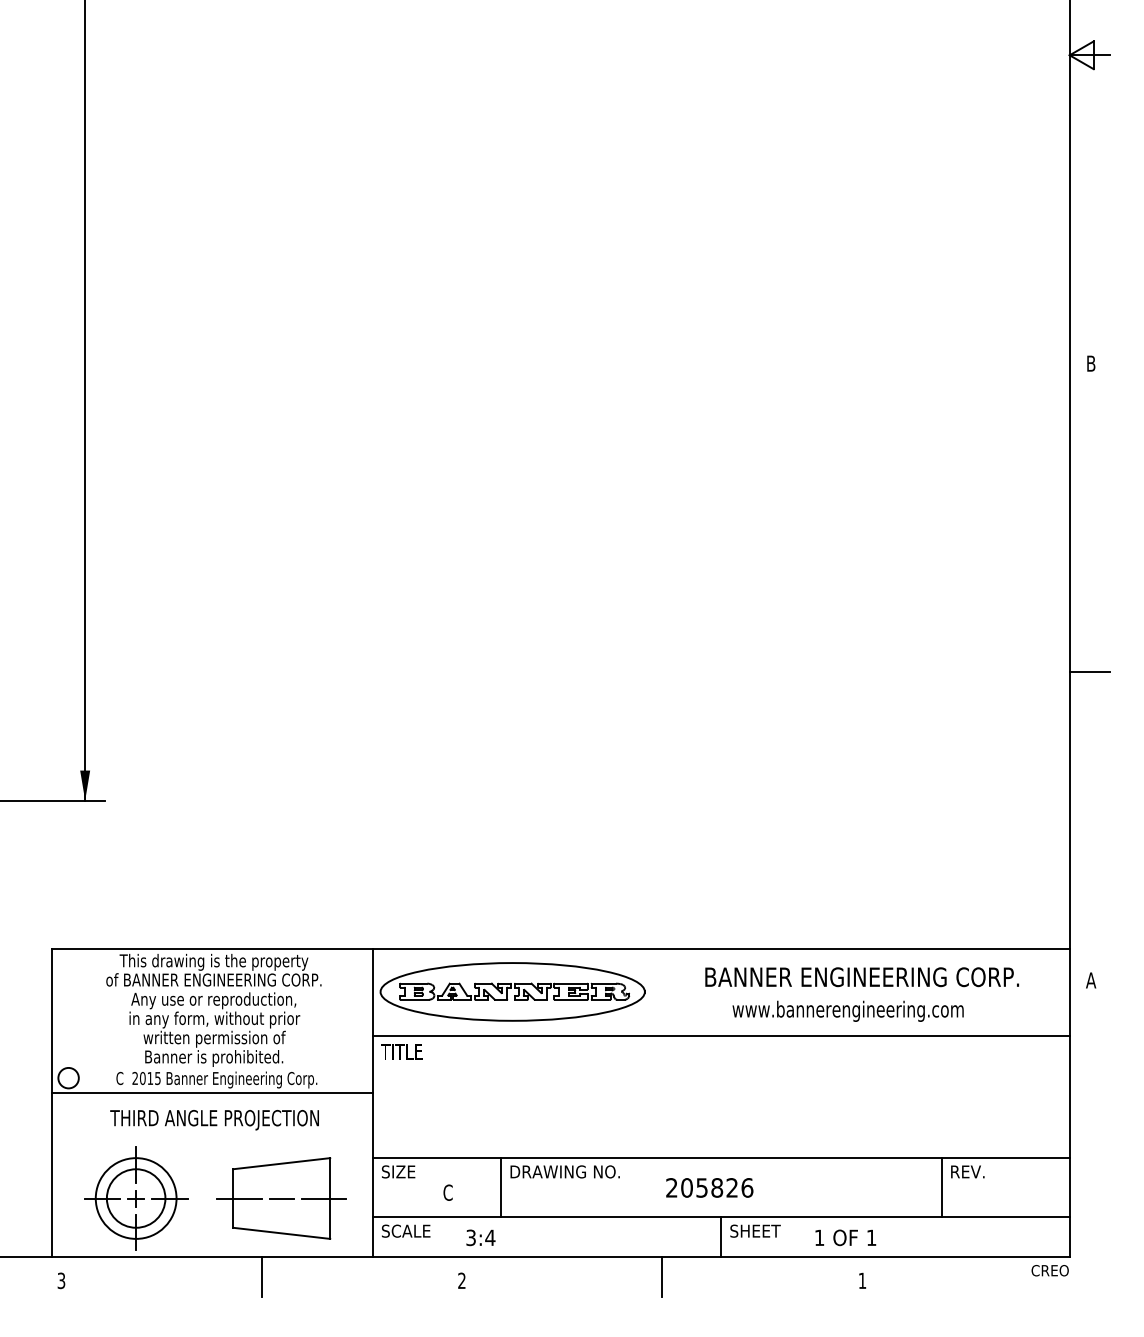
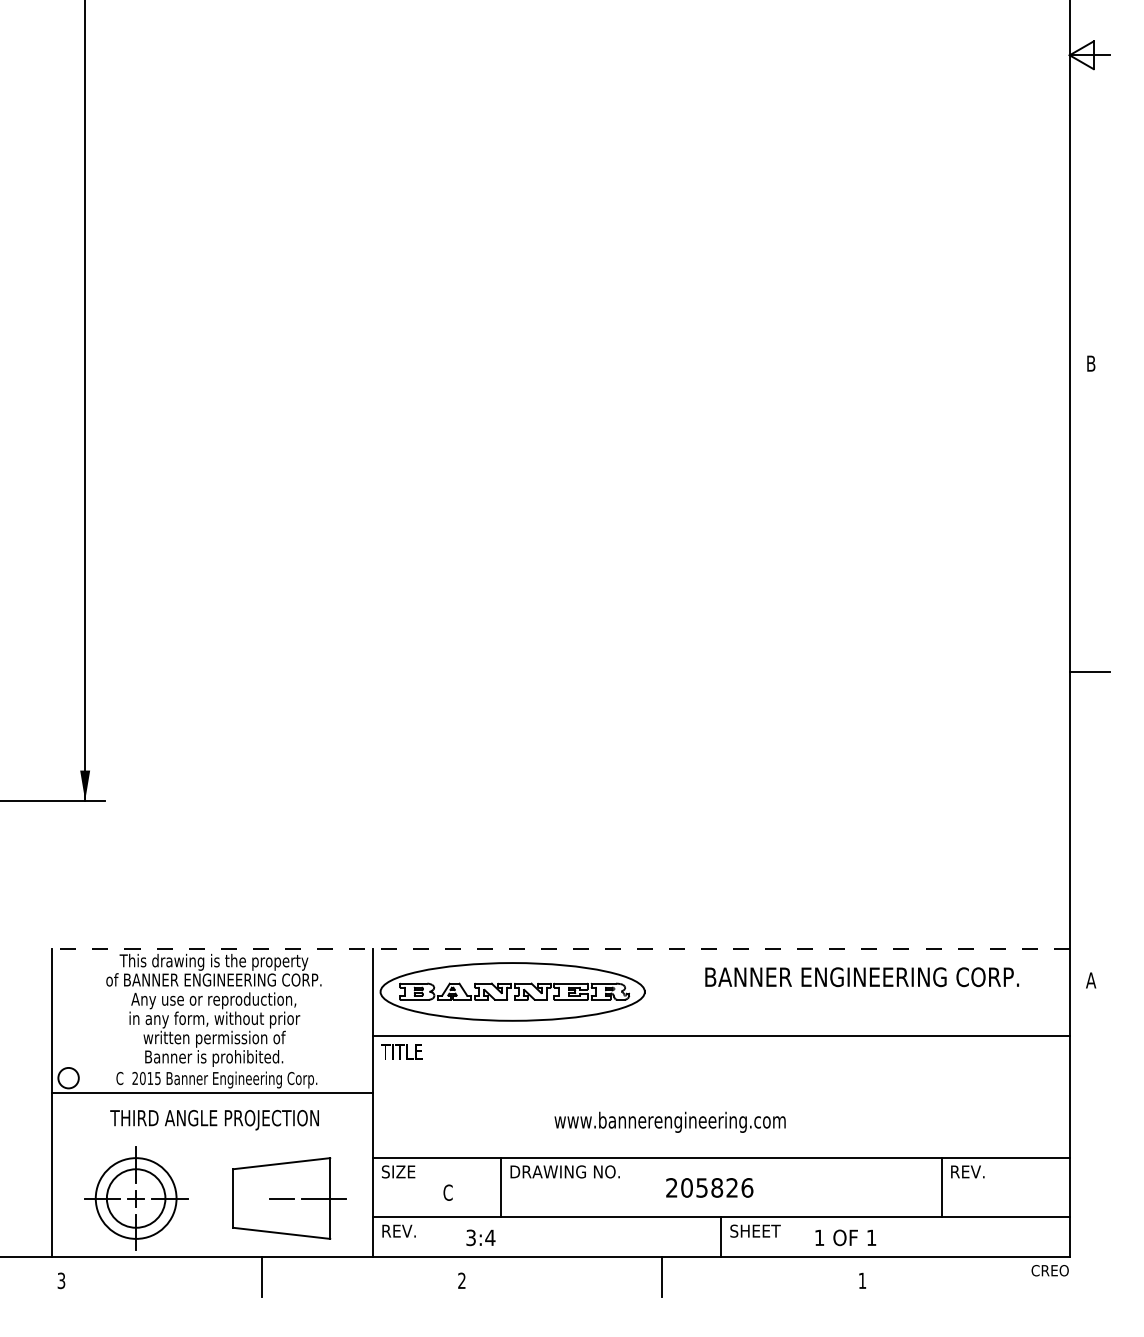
line at (561, 949): solid -> dashed
text at (847, 1010) position: (847, 1010) -> (669, 1121)
line at (239, 1198): present -> none
text at (405, 1230): SCALE -> REV.
